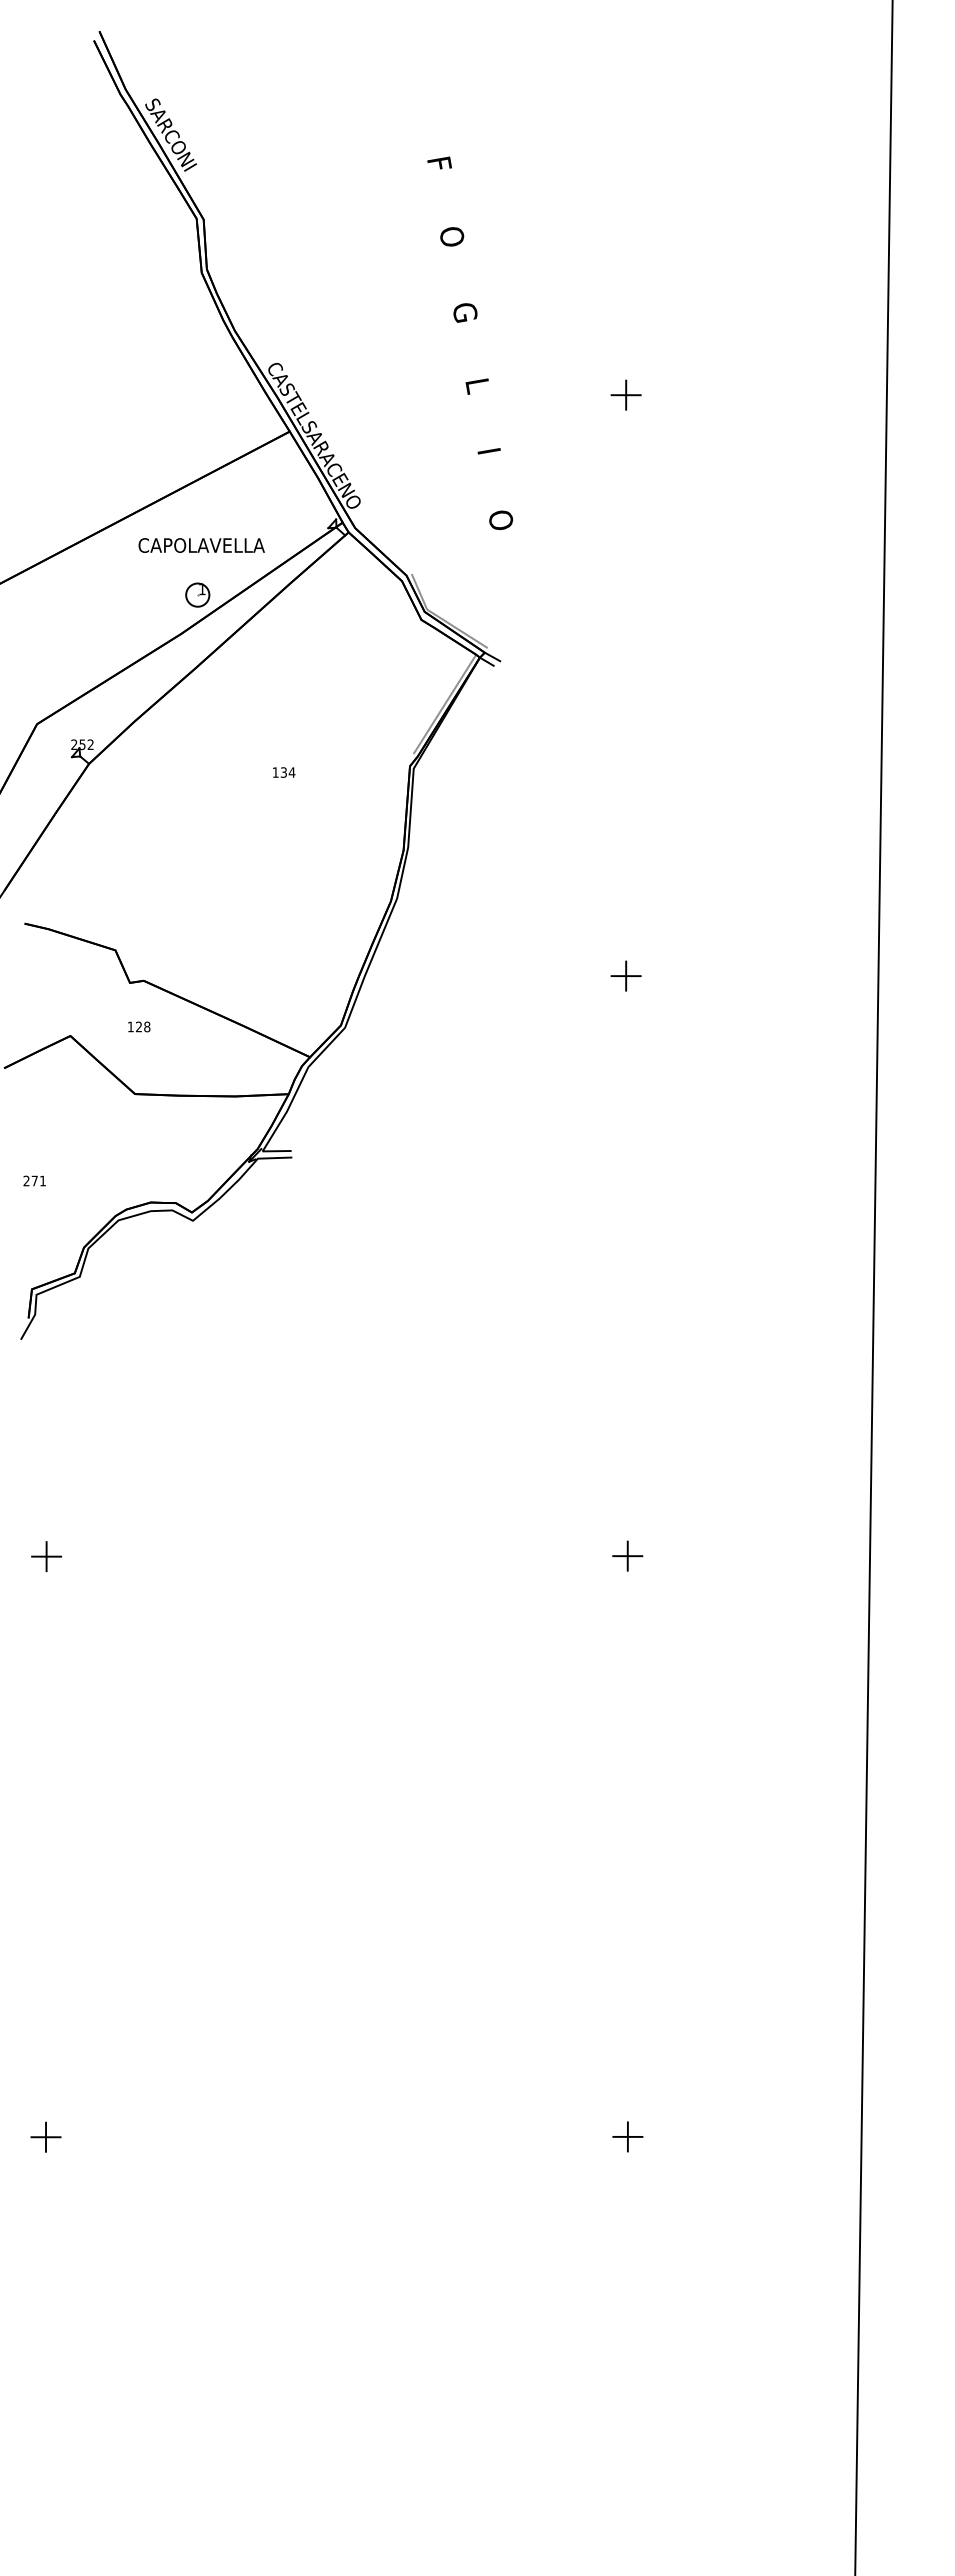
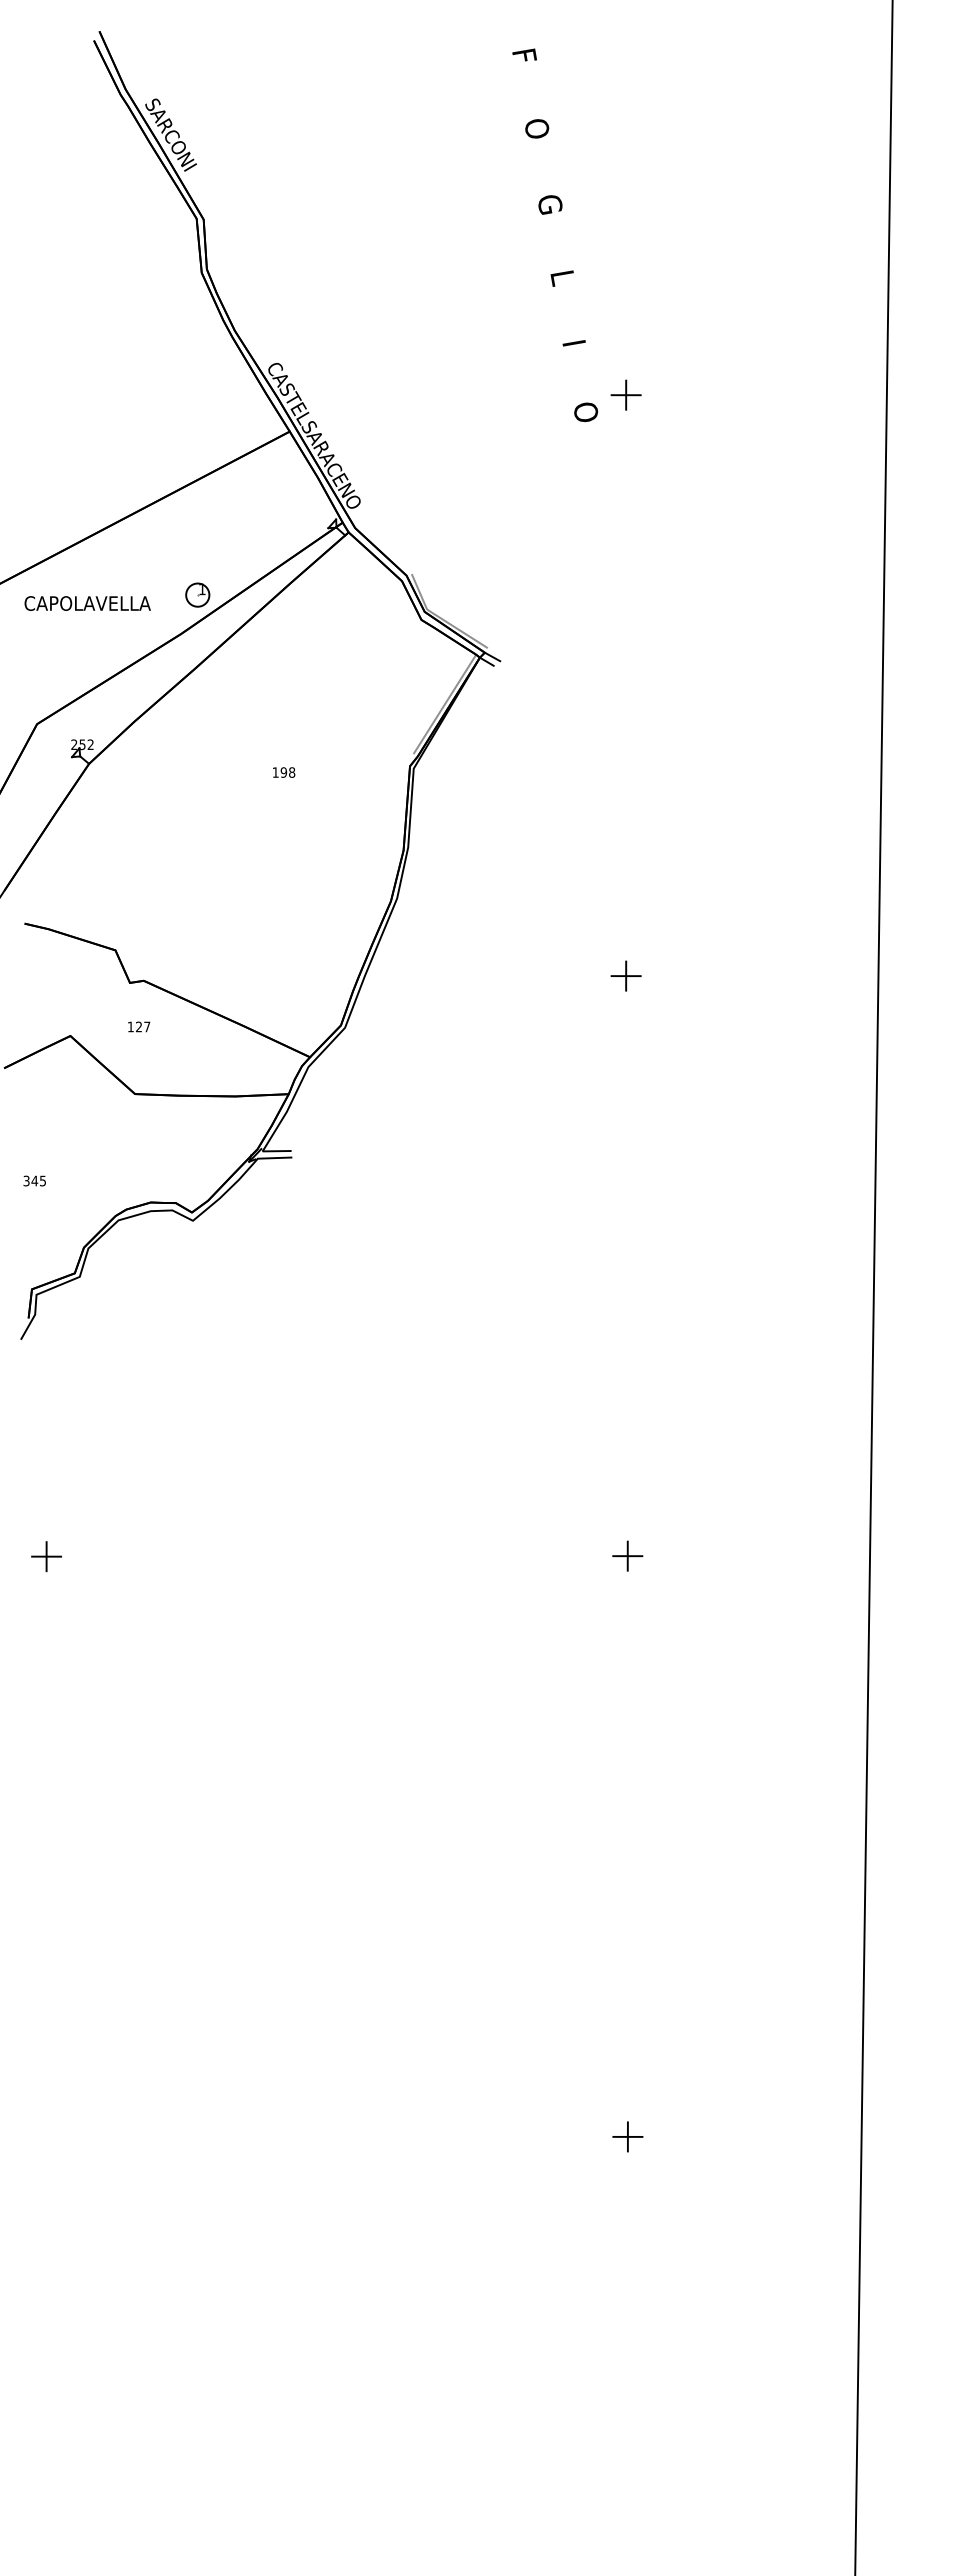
text at (470, 343) position: (470, 343) -> (555, 235)
text at (201, 545) position: (201, 545) -> (87, 603)
text at (287, 772): 134 -> 198
text at (147, 1026): 128 -> 127
text at (34, 1180): 271 -> 345
part at (45, 2136): present -> none
